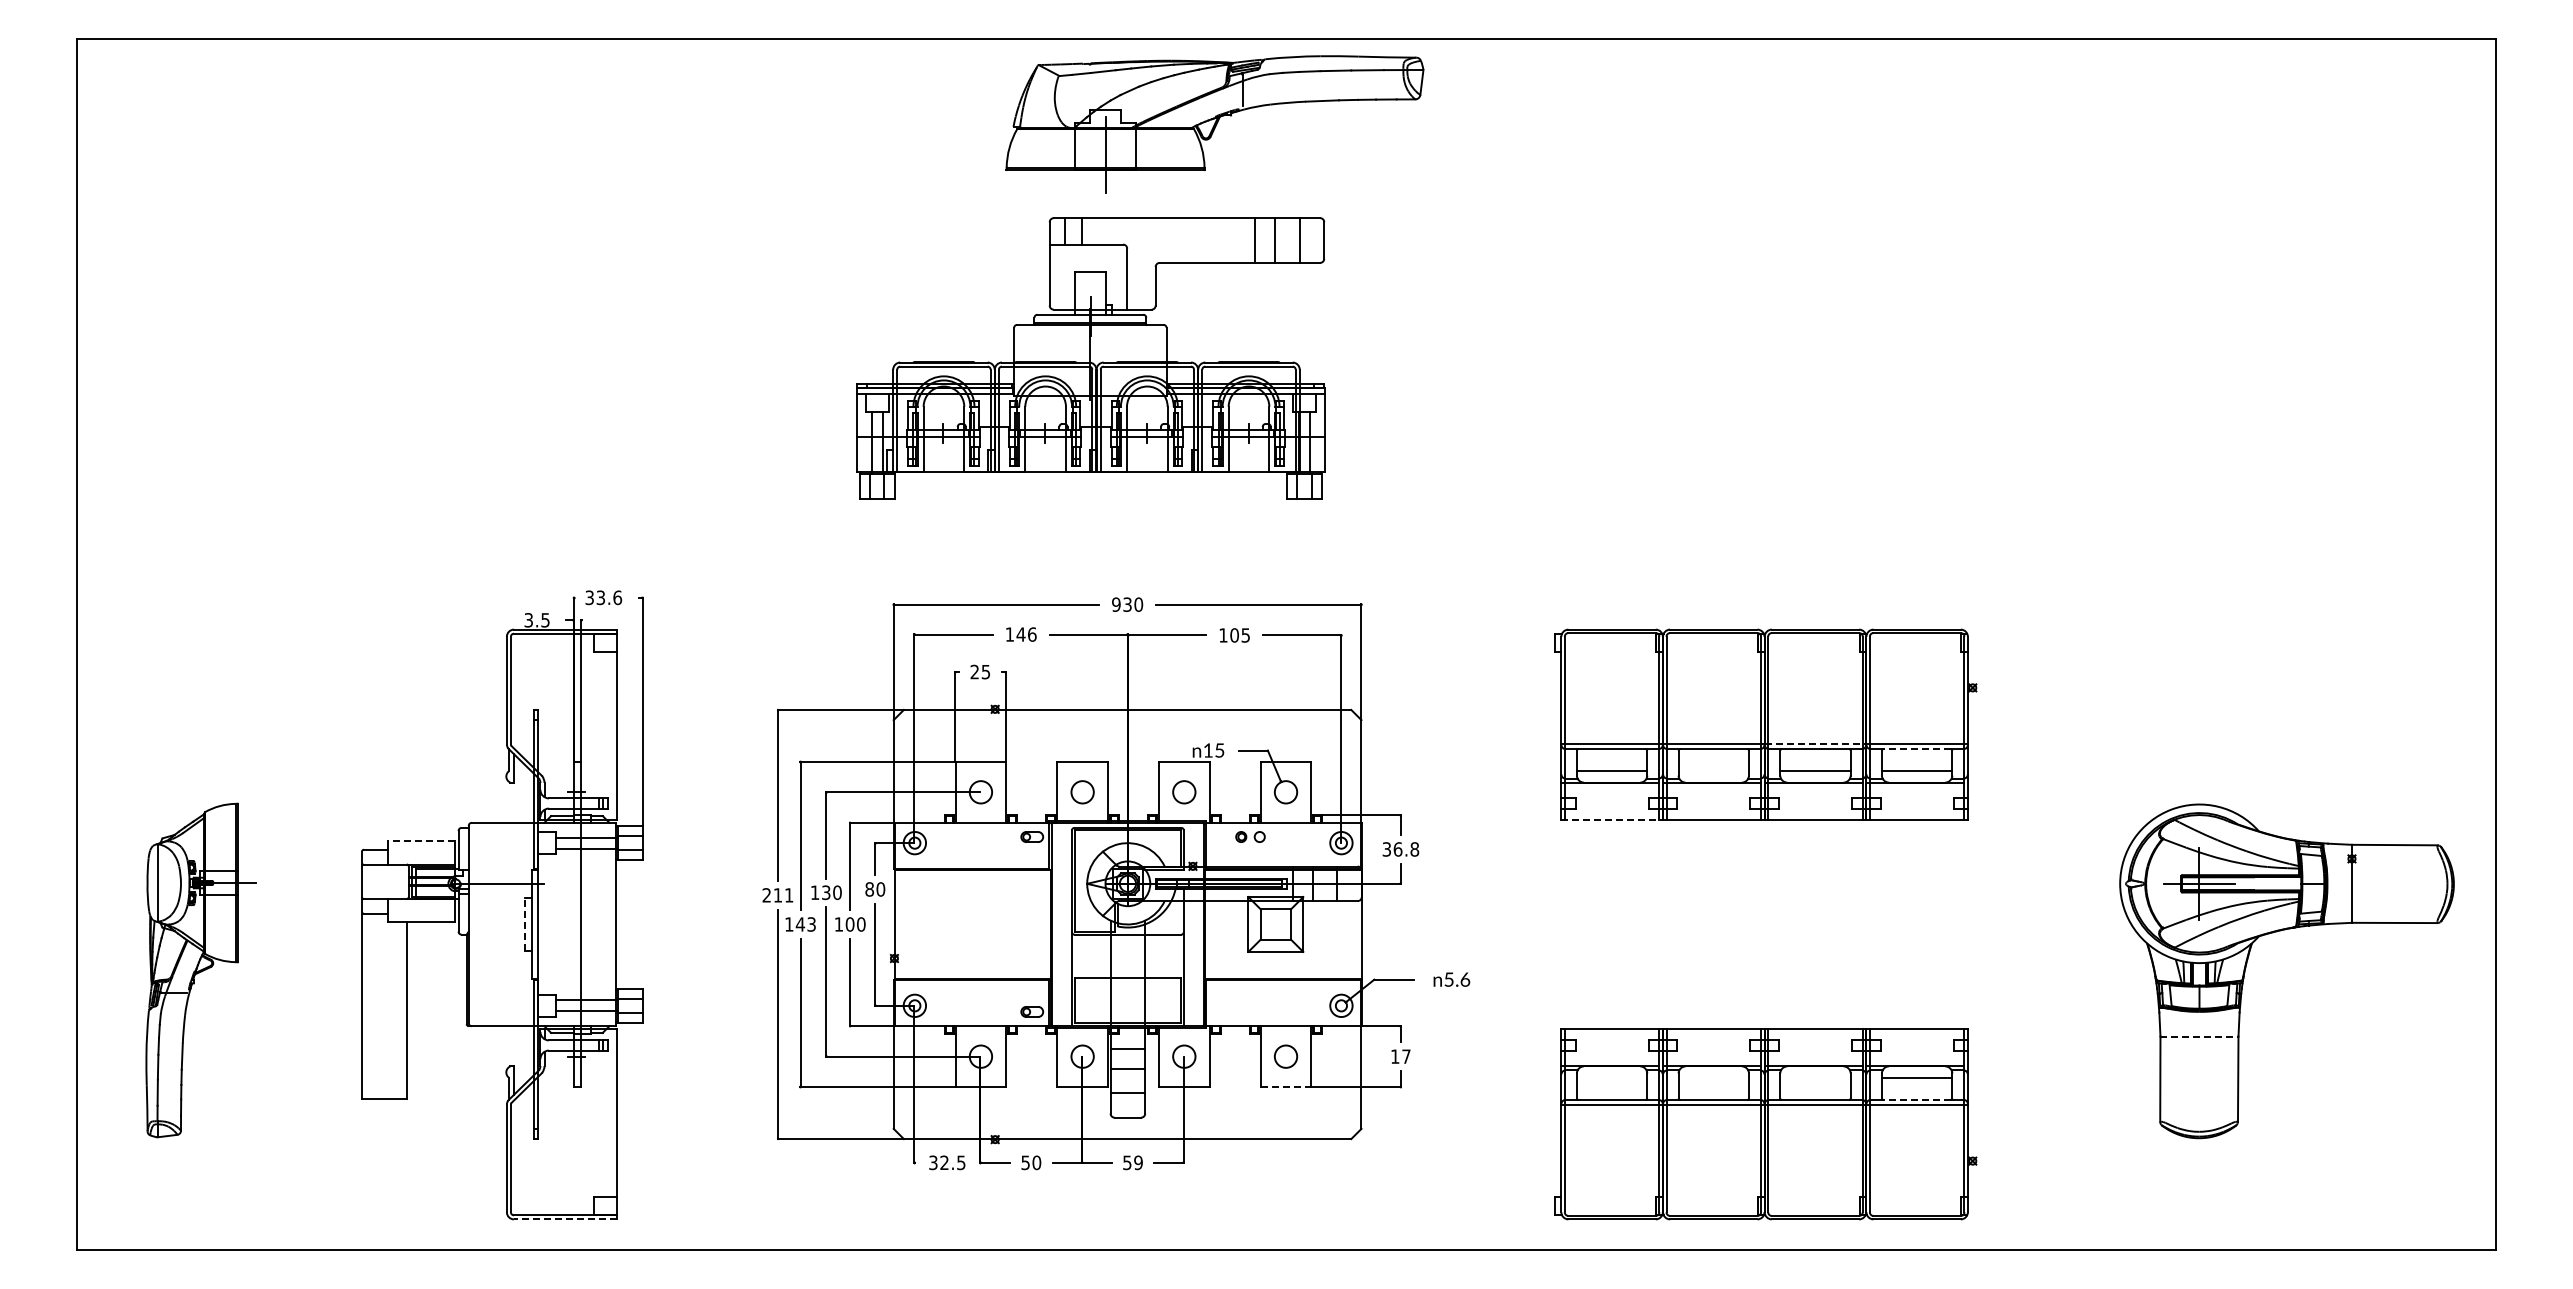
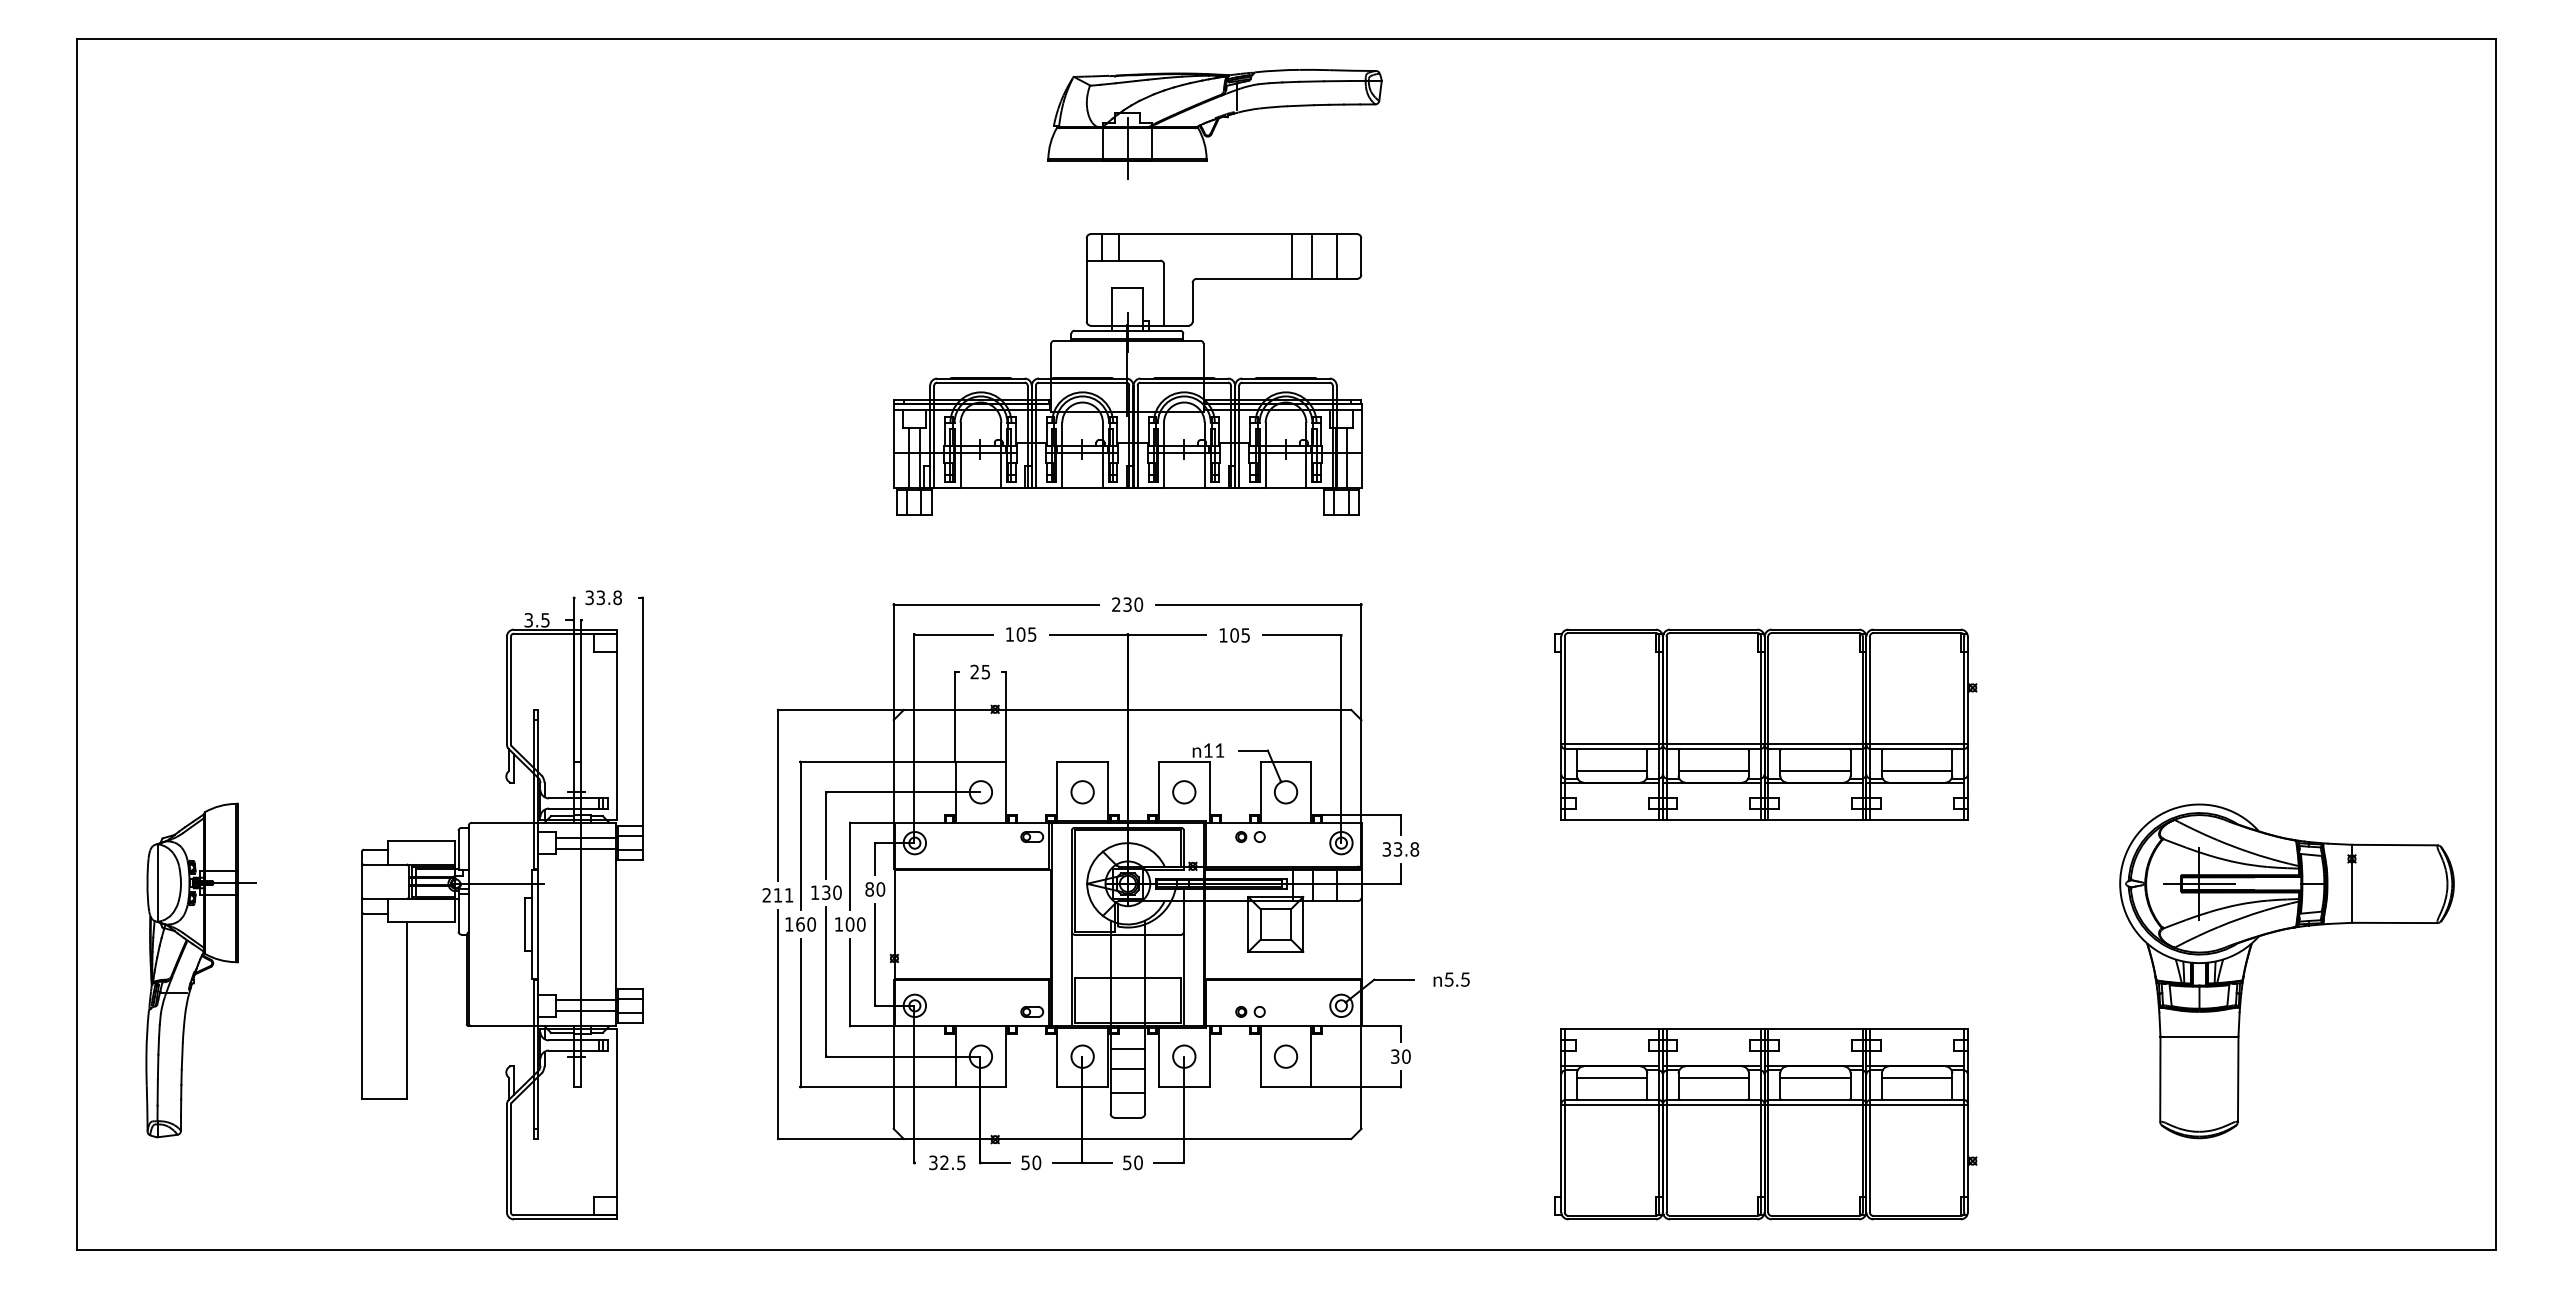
part at (1214, 124) size: 420x139 px -> 336x111 px
part at (1090, 358) position: (1090, 358) -> (1127, 374)
text at (617, 597): 33.6 -> 33.8
text at (1116, 604): 930 -> 230
text at (1026, 634): 146 -> 105
line at (1815, 744): dashed -> solid
line at (1917, 749): dashed -> solid
text at (1219, 750): 15 -> 11
line at (1713, 771): none -> present
line at (1612, 820): dashed -> solid
line at (420, 841): dashed -> solid
text at (1397, 849): 36.8 -> 33.8
line at (524, 924): dashed -> solid
text at (805, 924): 143 -> 160
text at (1465, 979): 5.6 -> 5.5
part at (1250, 1011): none -> present
line at (2199, 1036): dashed -> solid
text at (1400, 1056): 17 -> 30
line at (1611, 1077): none -> present
line at (1713, 1077): none -> present
line at (1815, 1077): none -> present
line at (1286, 1087): dashed -> solid
line at (1917, 1099): dashed -> solid
text at (1138, 1163): 59 -> 50
line at (564, 1219): dashed -> solid
